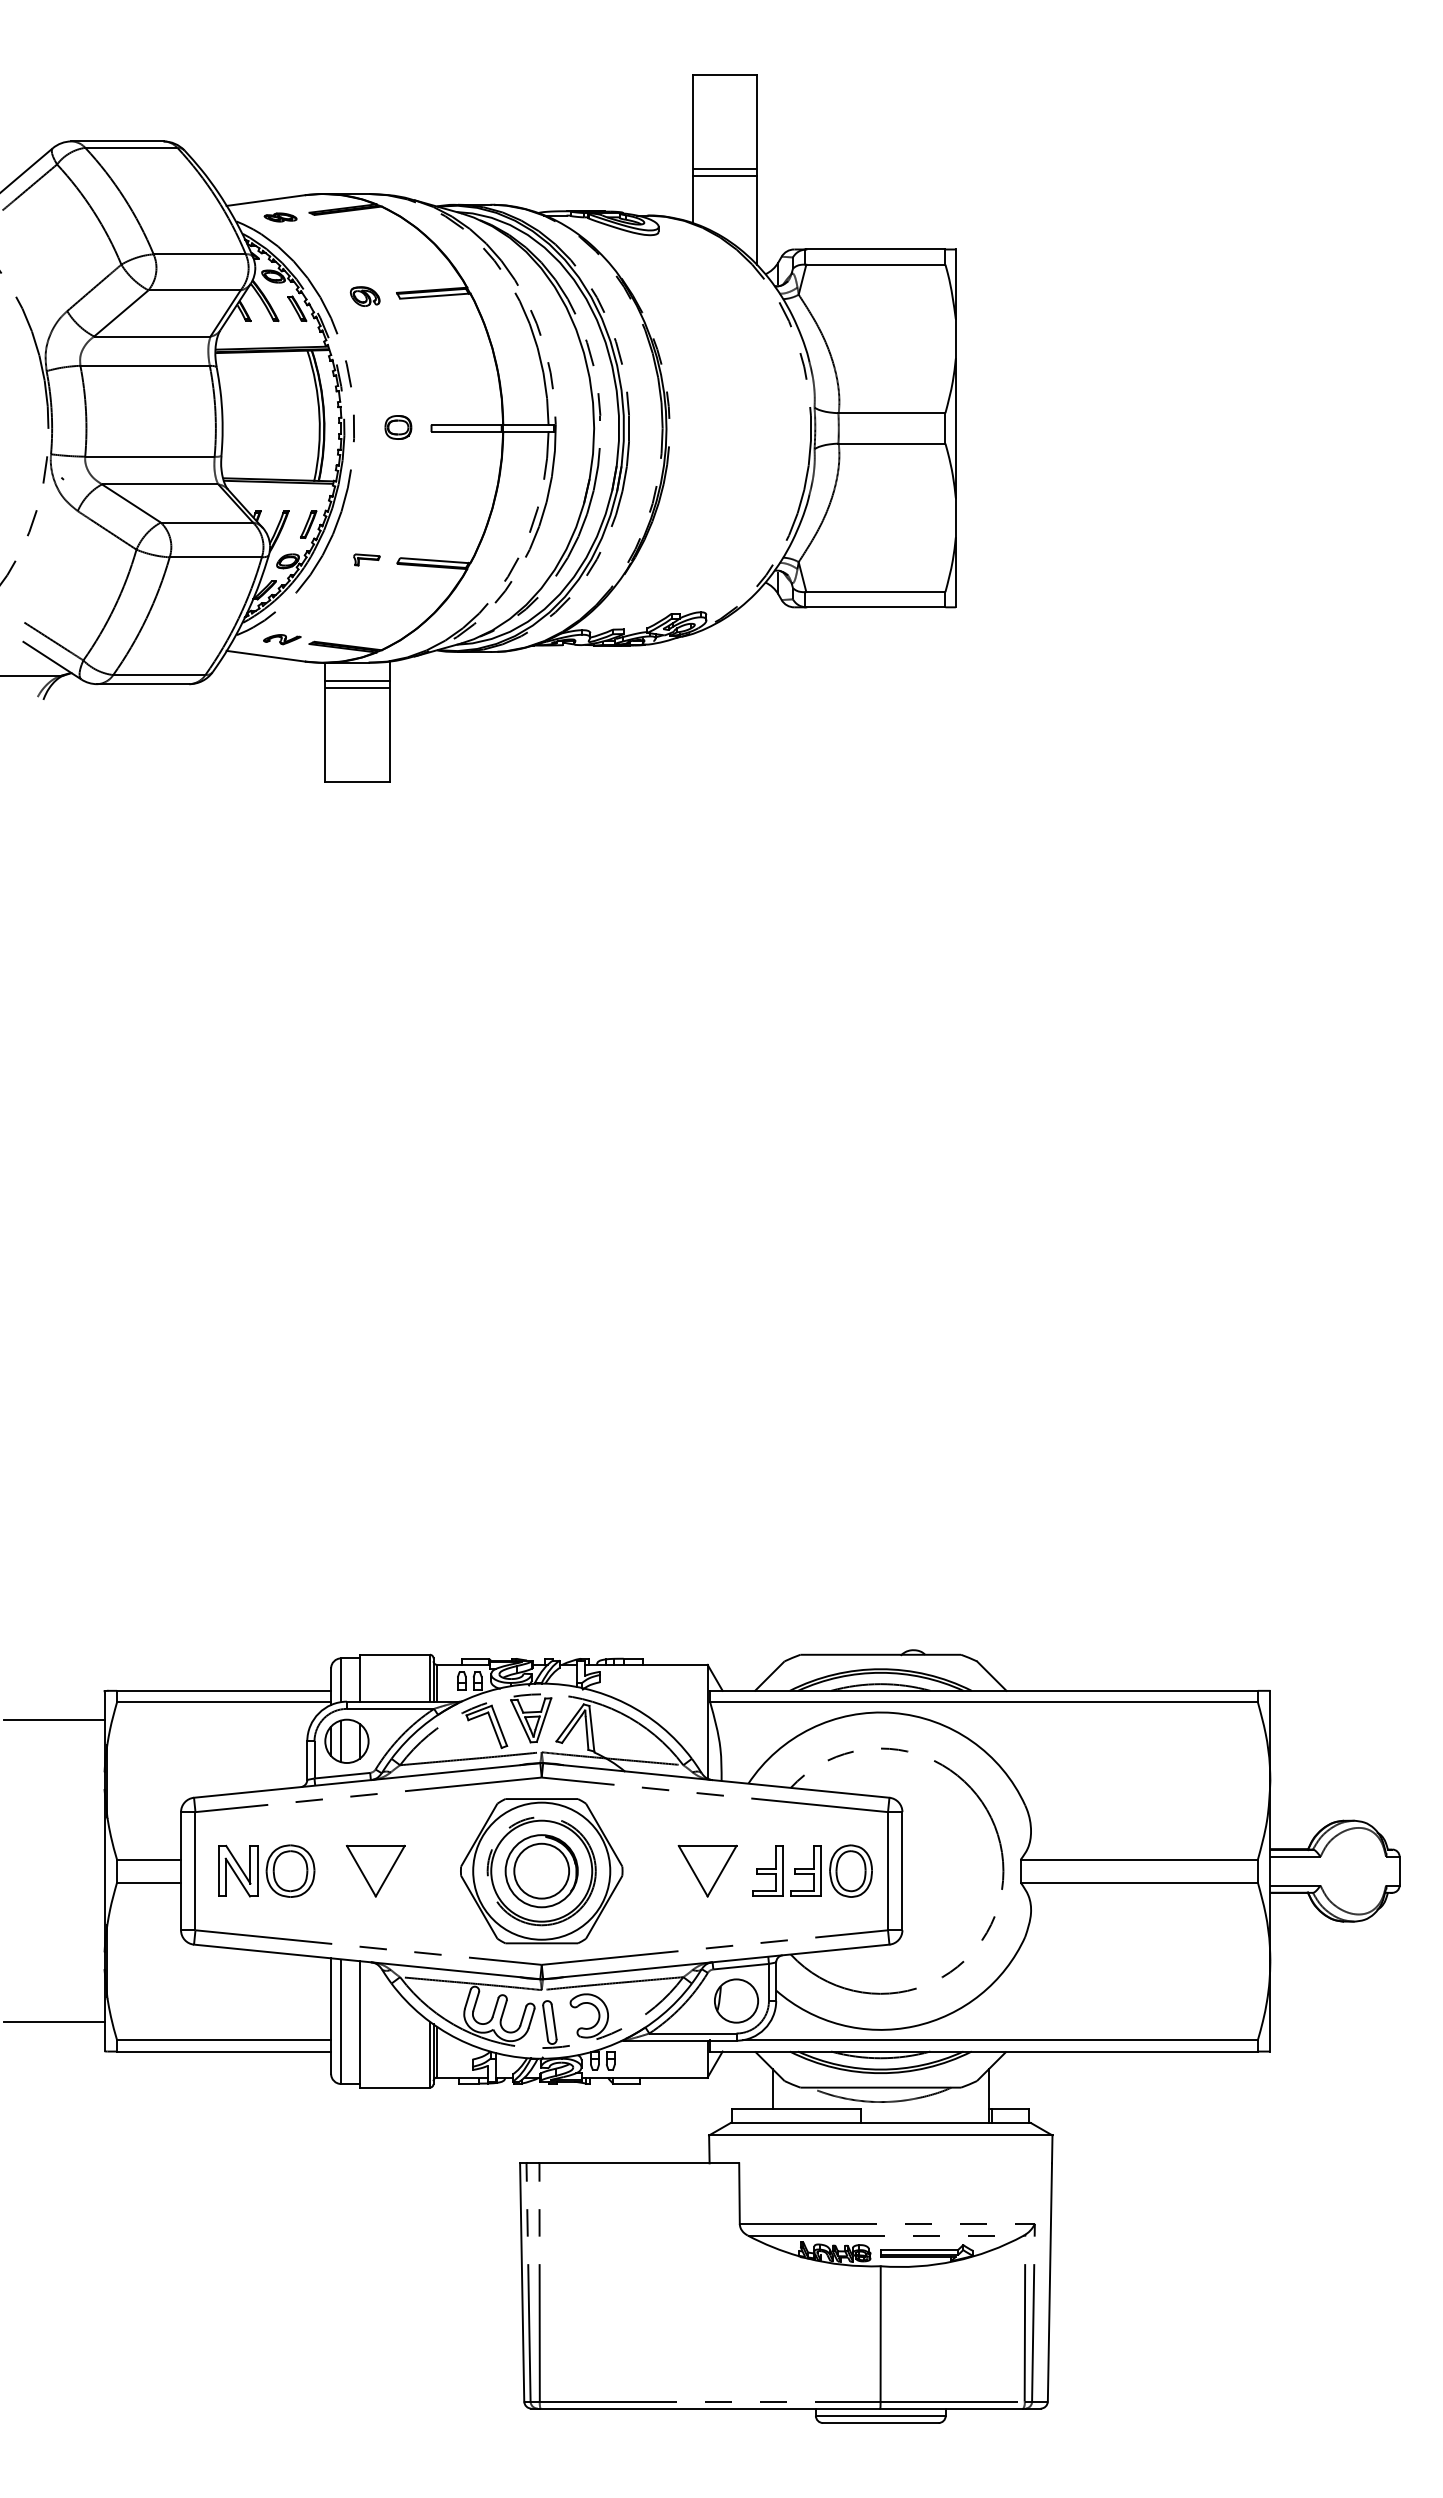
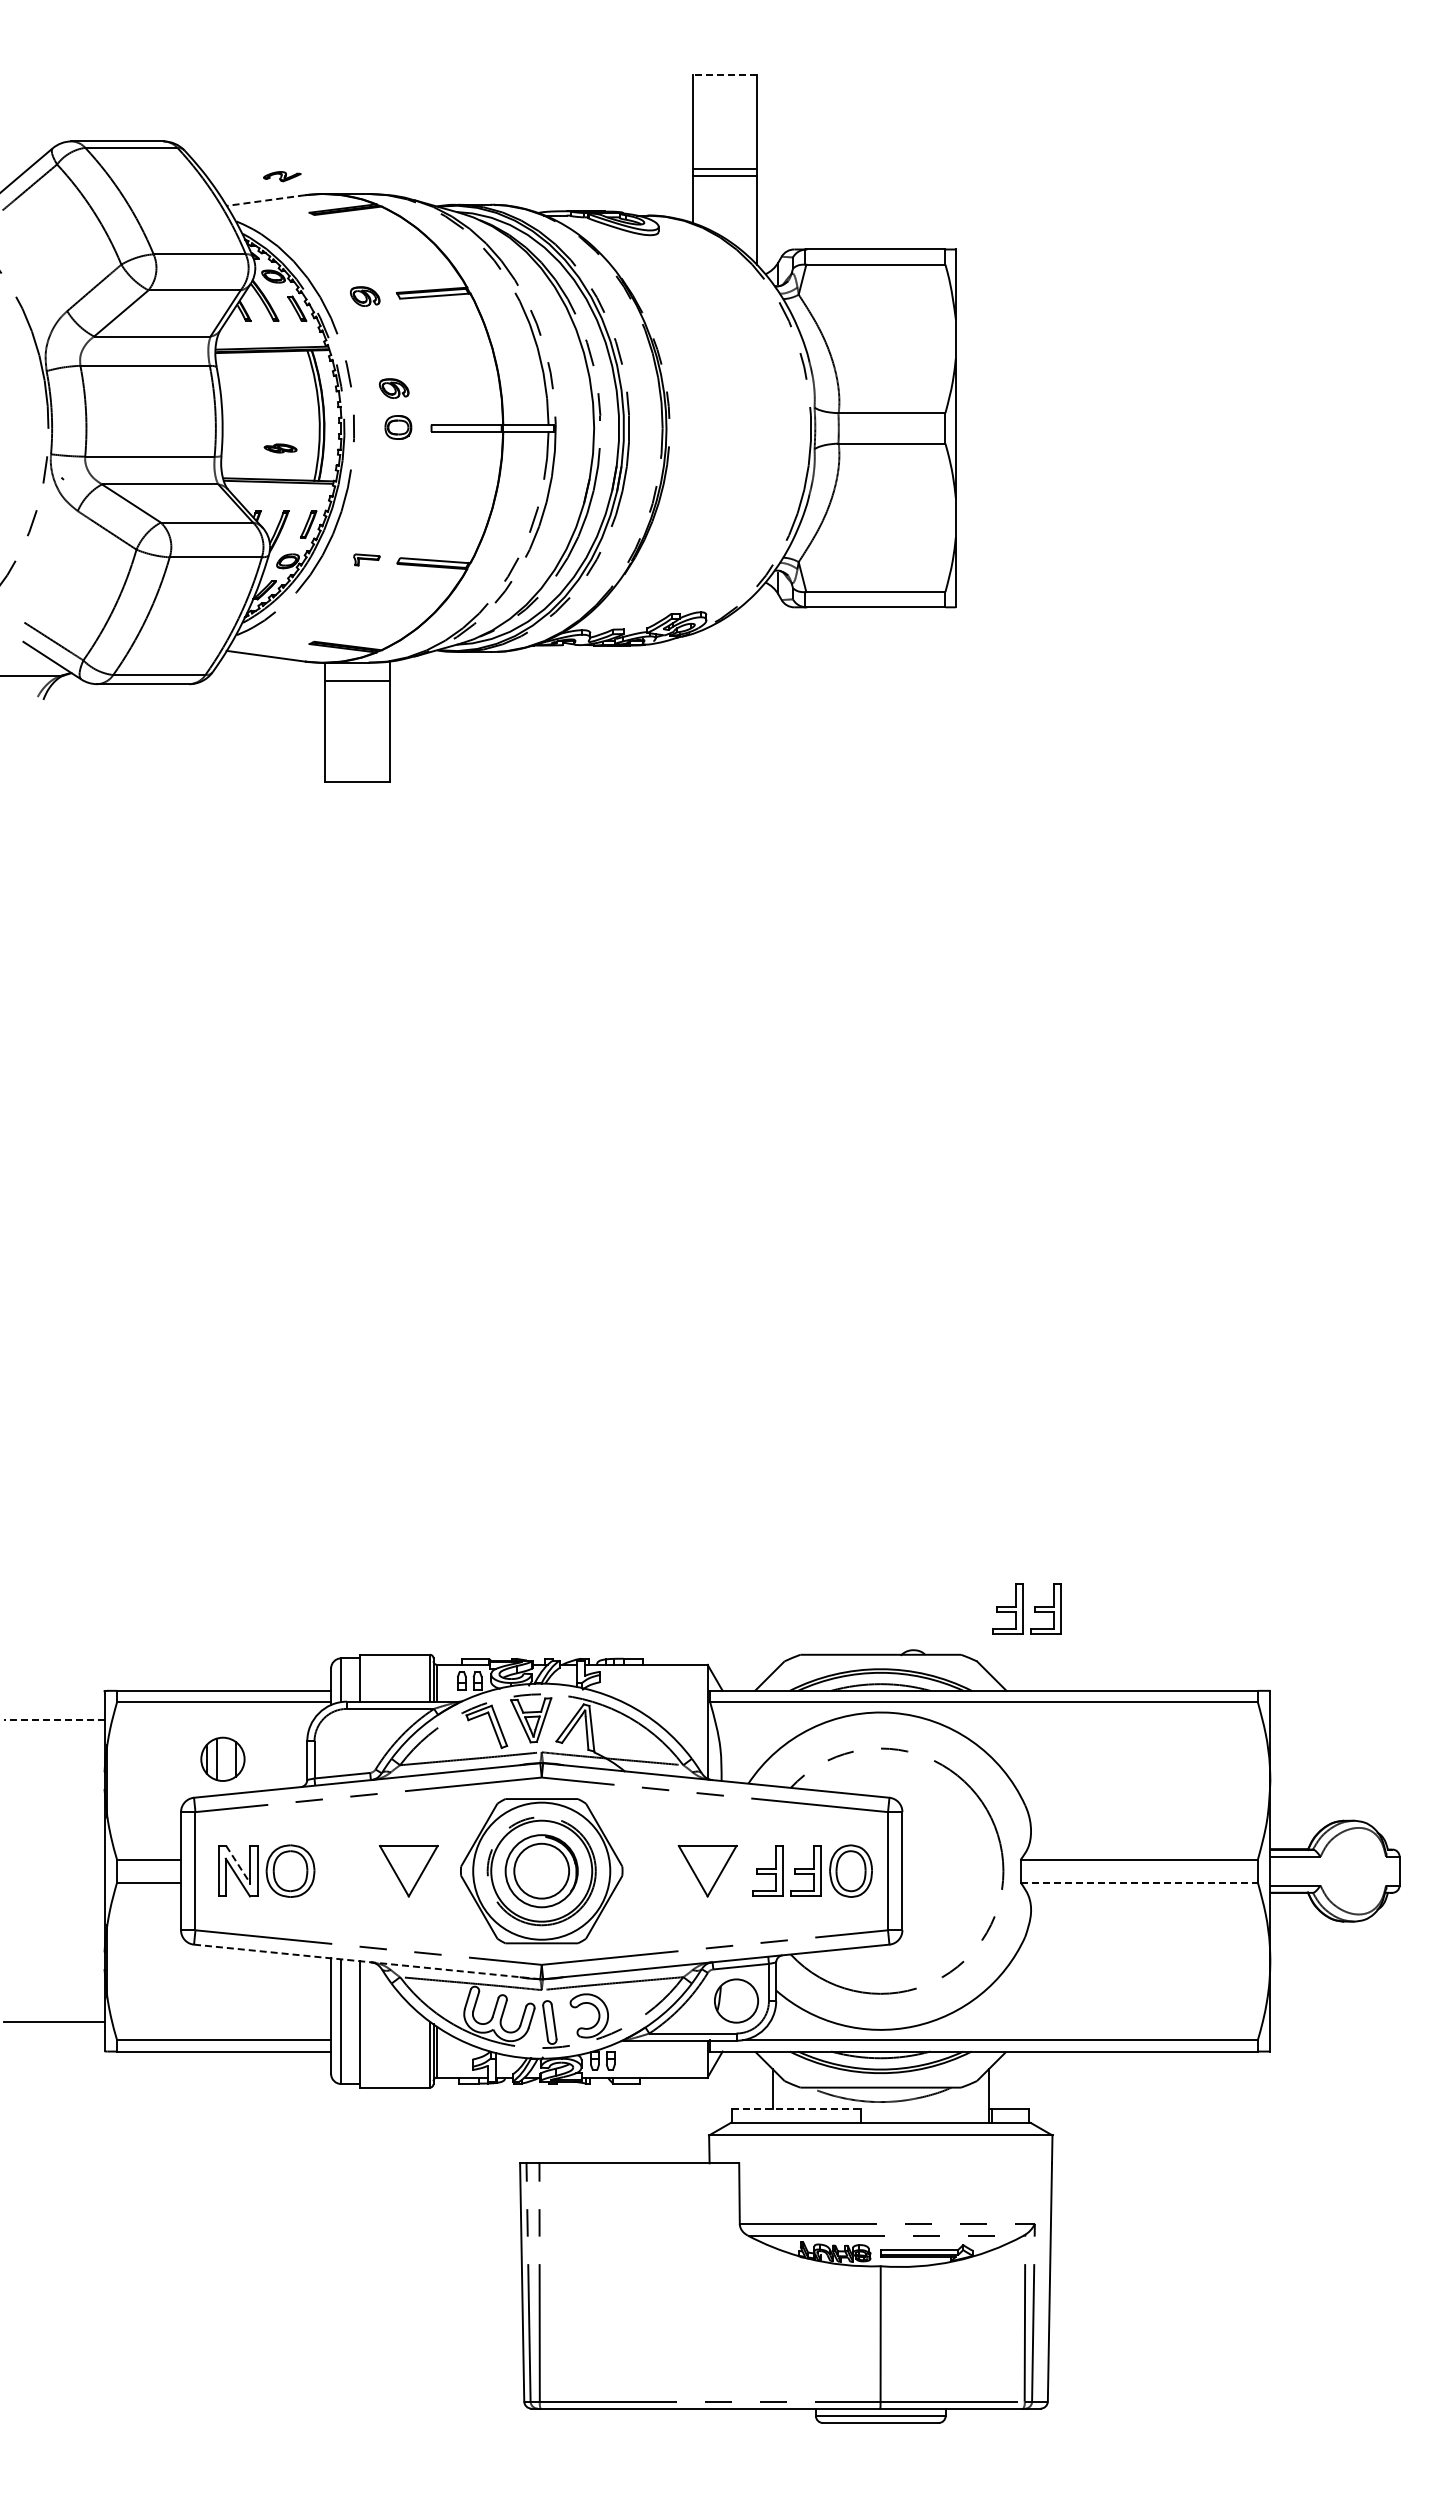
line at (724, 74): solid -> dashed
line at (265, 200): solid -> dashed
part at (280, 217) position: (280, 217) -> (280, 448)
part at (393, 388): none -> present
part at (282, 639) position: (282, 639) -> (282, 176)
line at (356, 688): present -> none
part at (1026, 1608): none -> present
line at (53, 1720): solid -> dashed
part at (346, 1740) position: (346, 1740) -> (222, 1758)
line at (238, 1865): solid -> dashed
part at (375, 1870) position: (375, 1870) -> (408, 1870)
line at (1139, 1882): solid -> dashed
line at (367, 1961): solid -> dashed
line at (796, 2108): solid -> dashed
